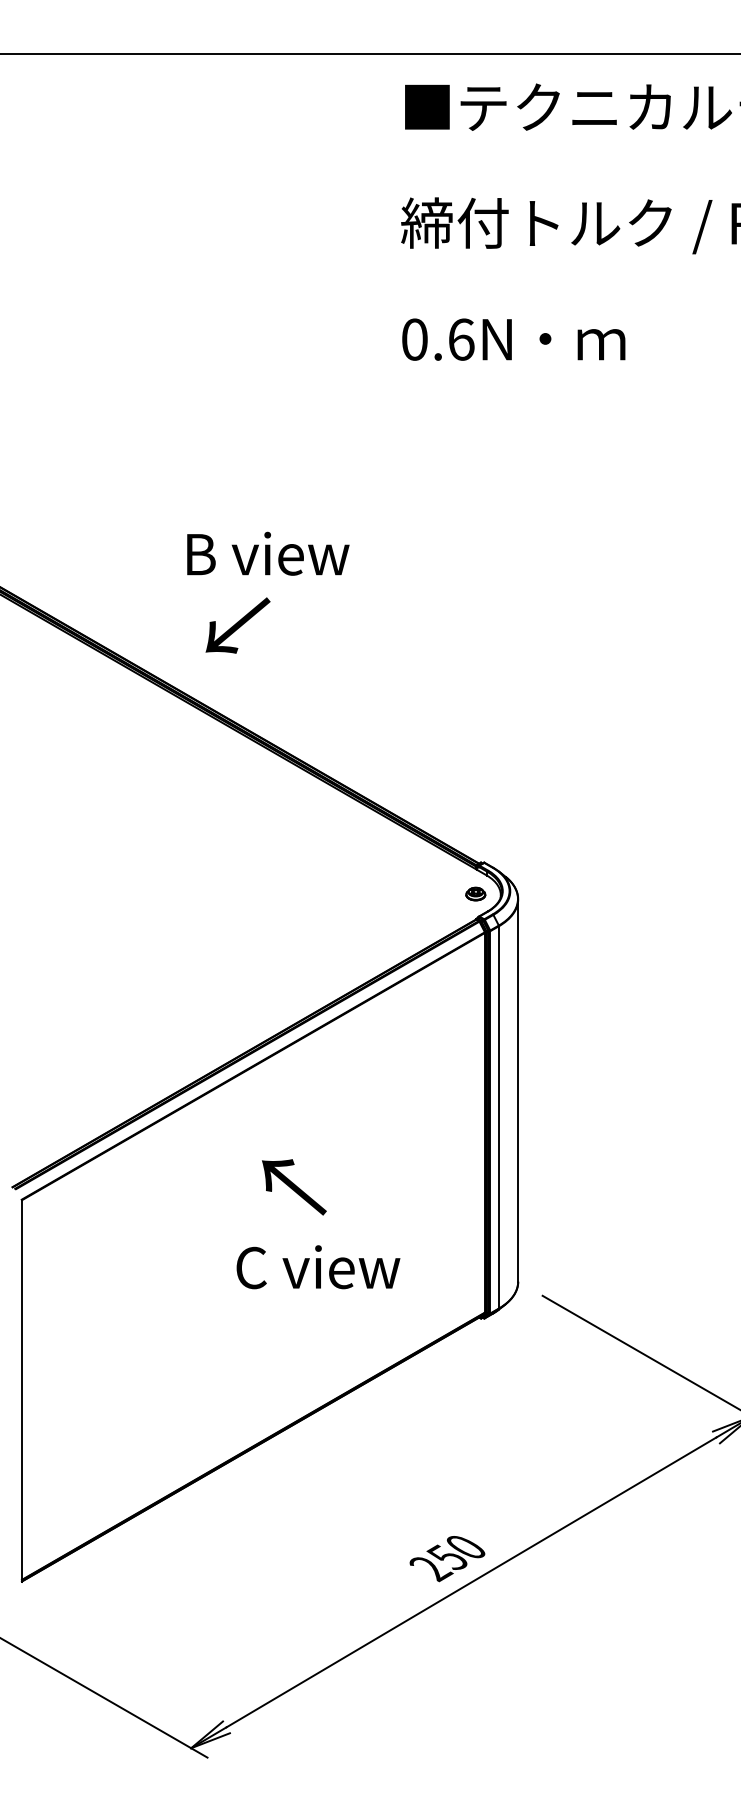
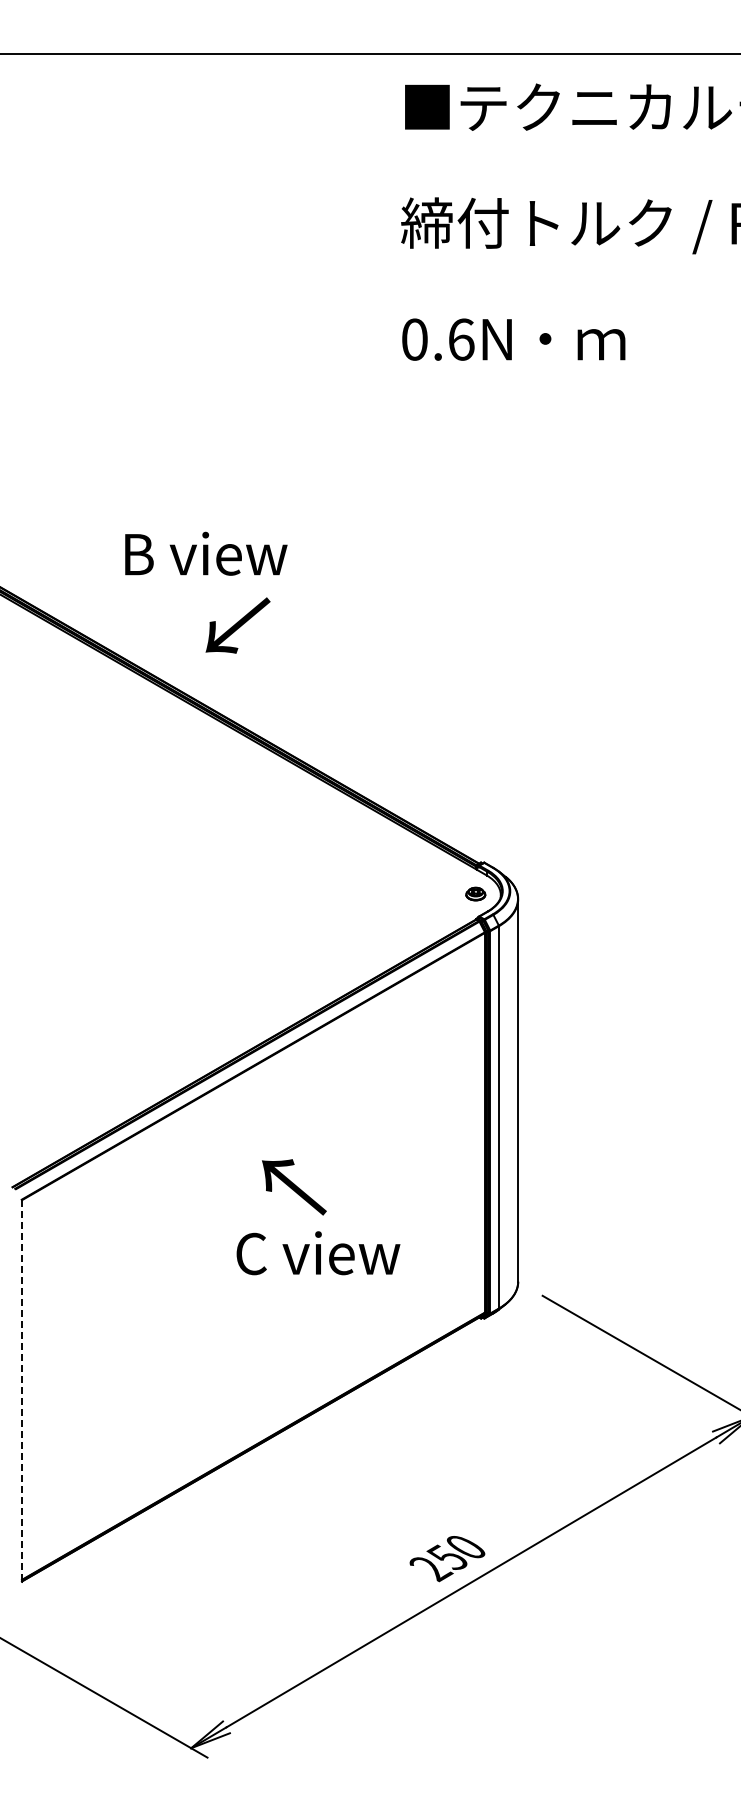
text at (268, 553) position: (268, 553) -> (206, 553)
text at (318, 1267) position: (318, 1267) -> (318, 1253)
line at (22, 1391): solid -> dashed
